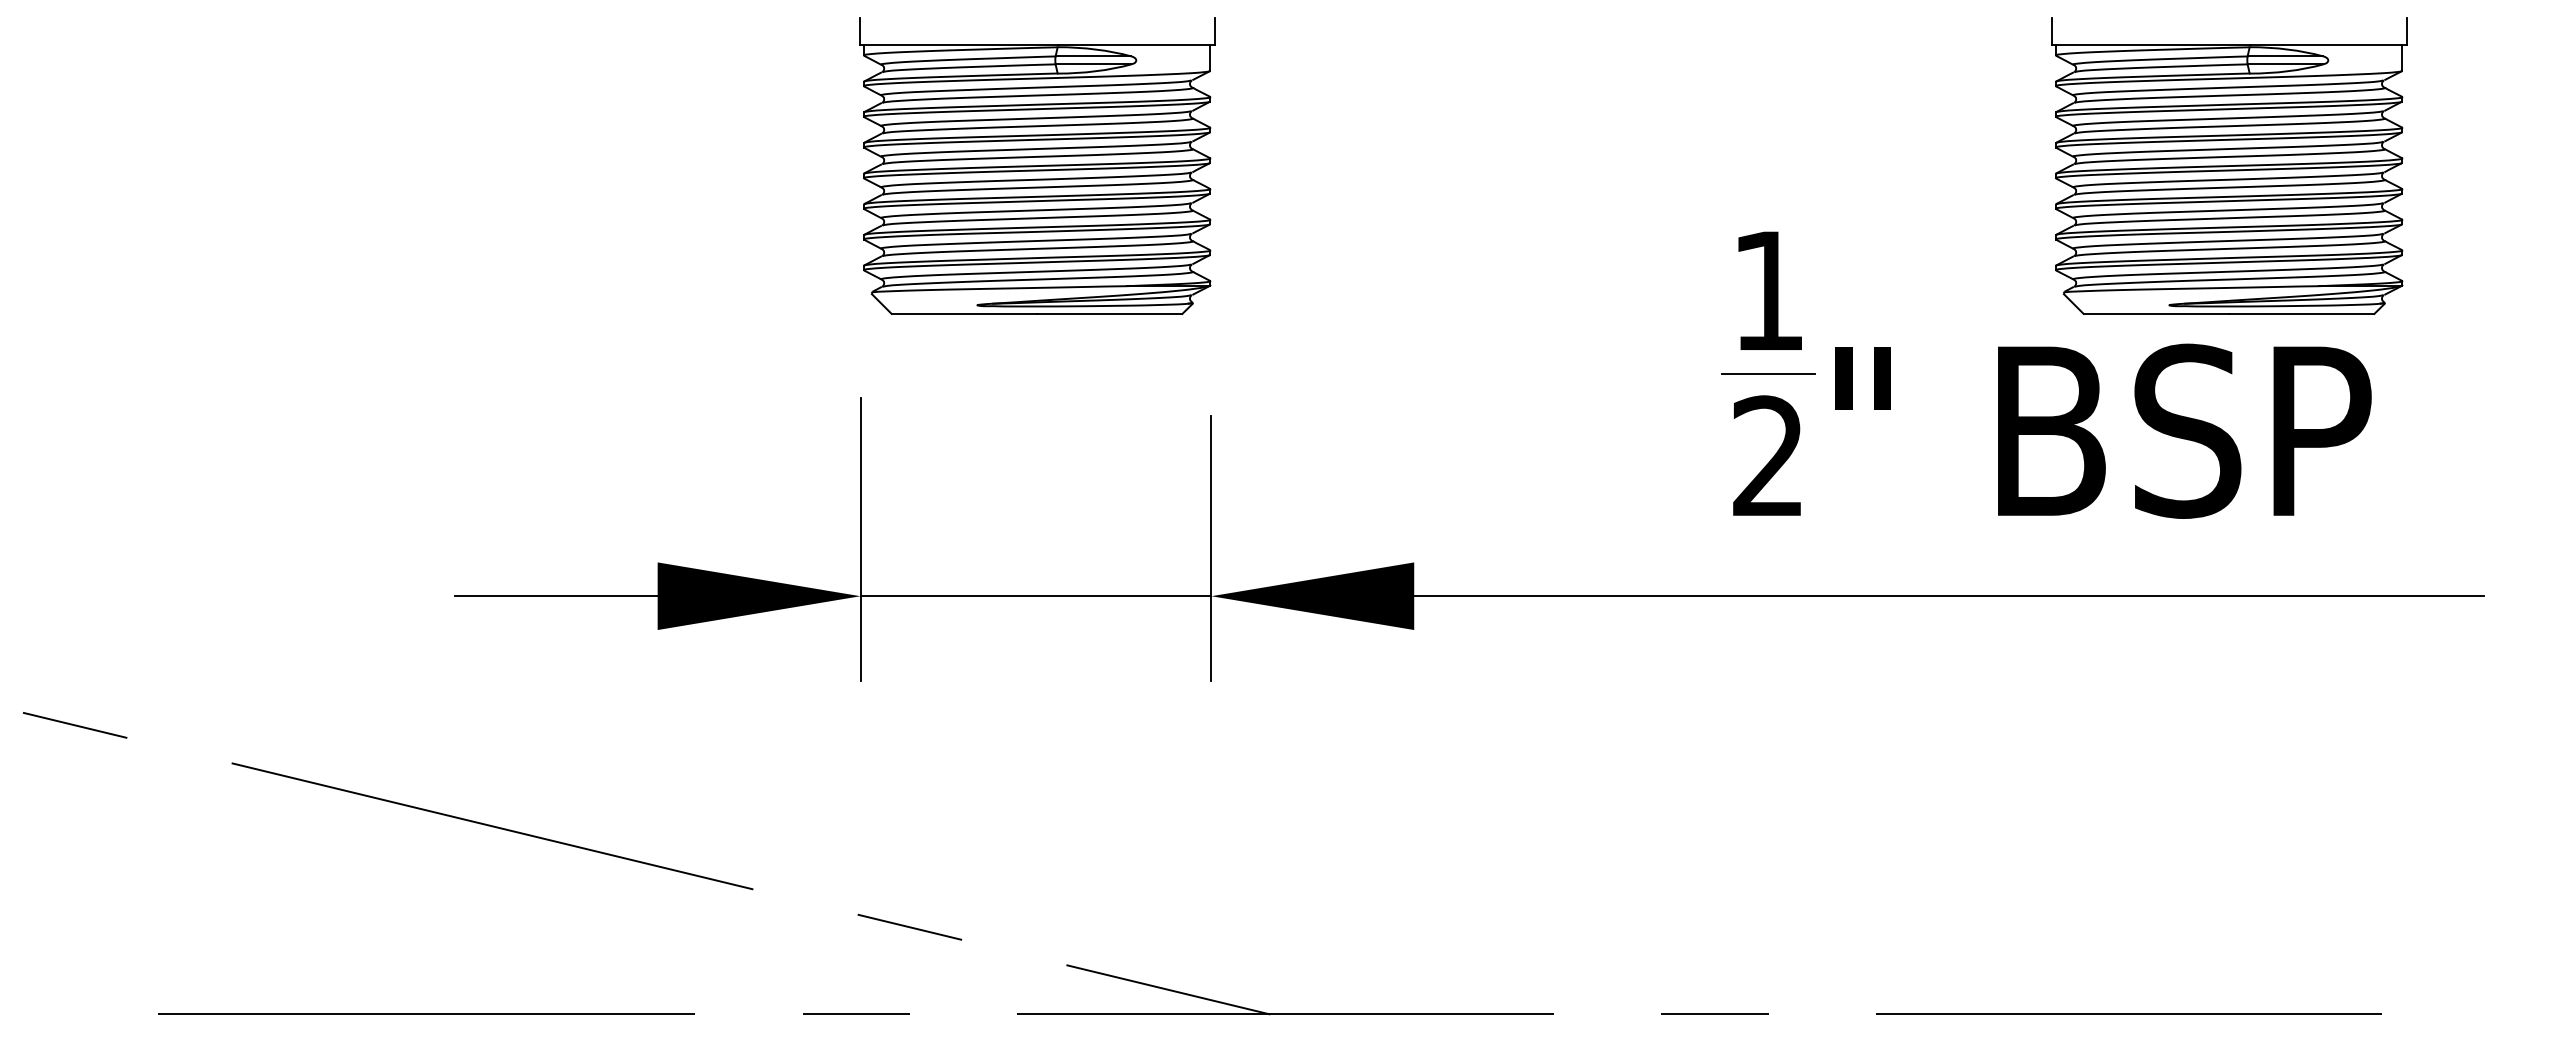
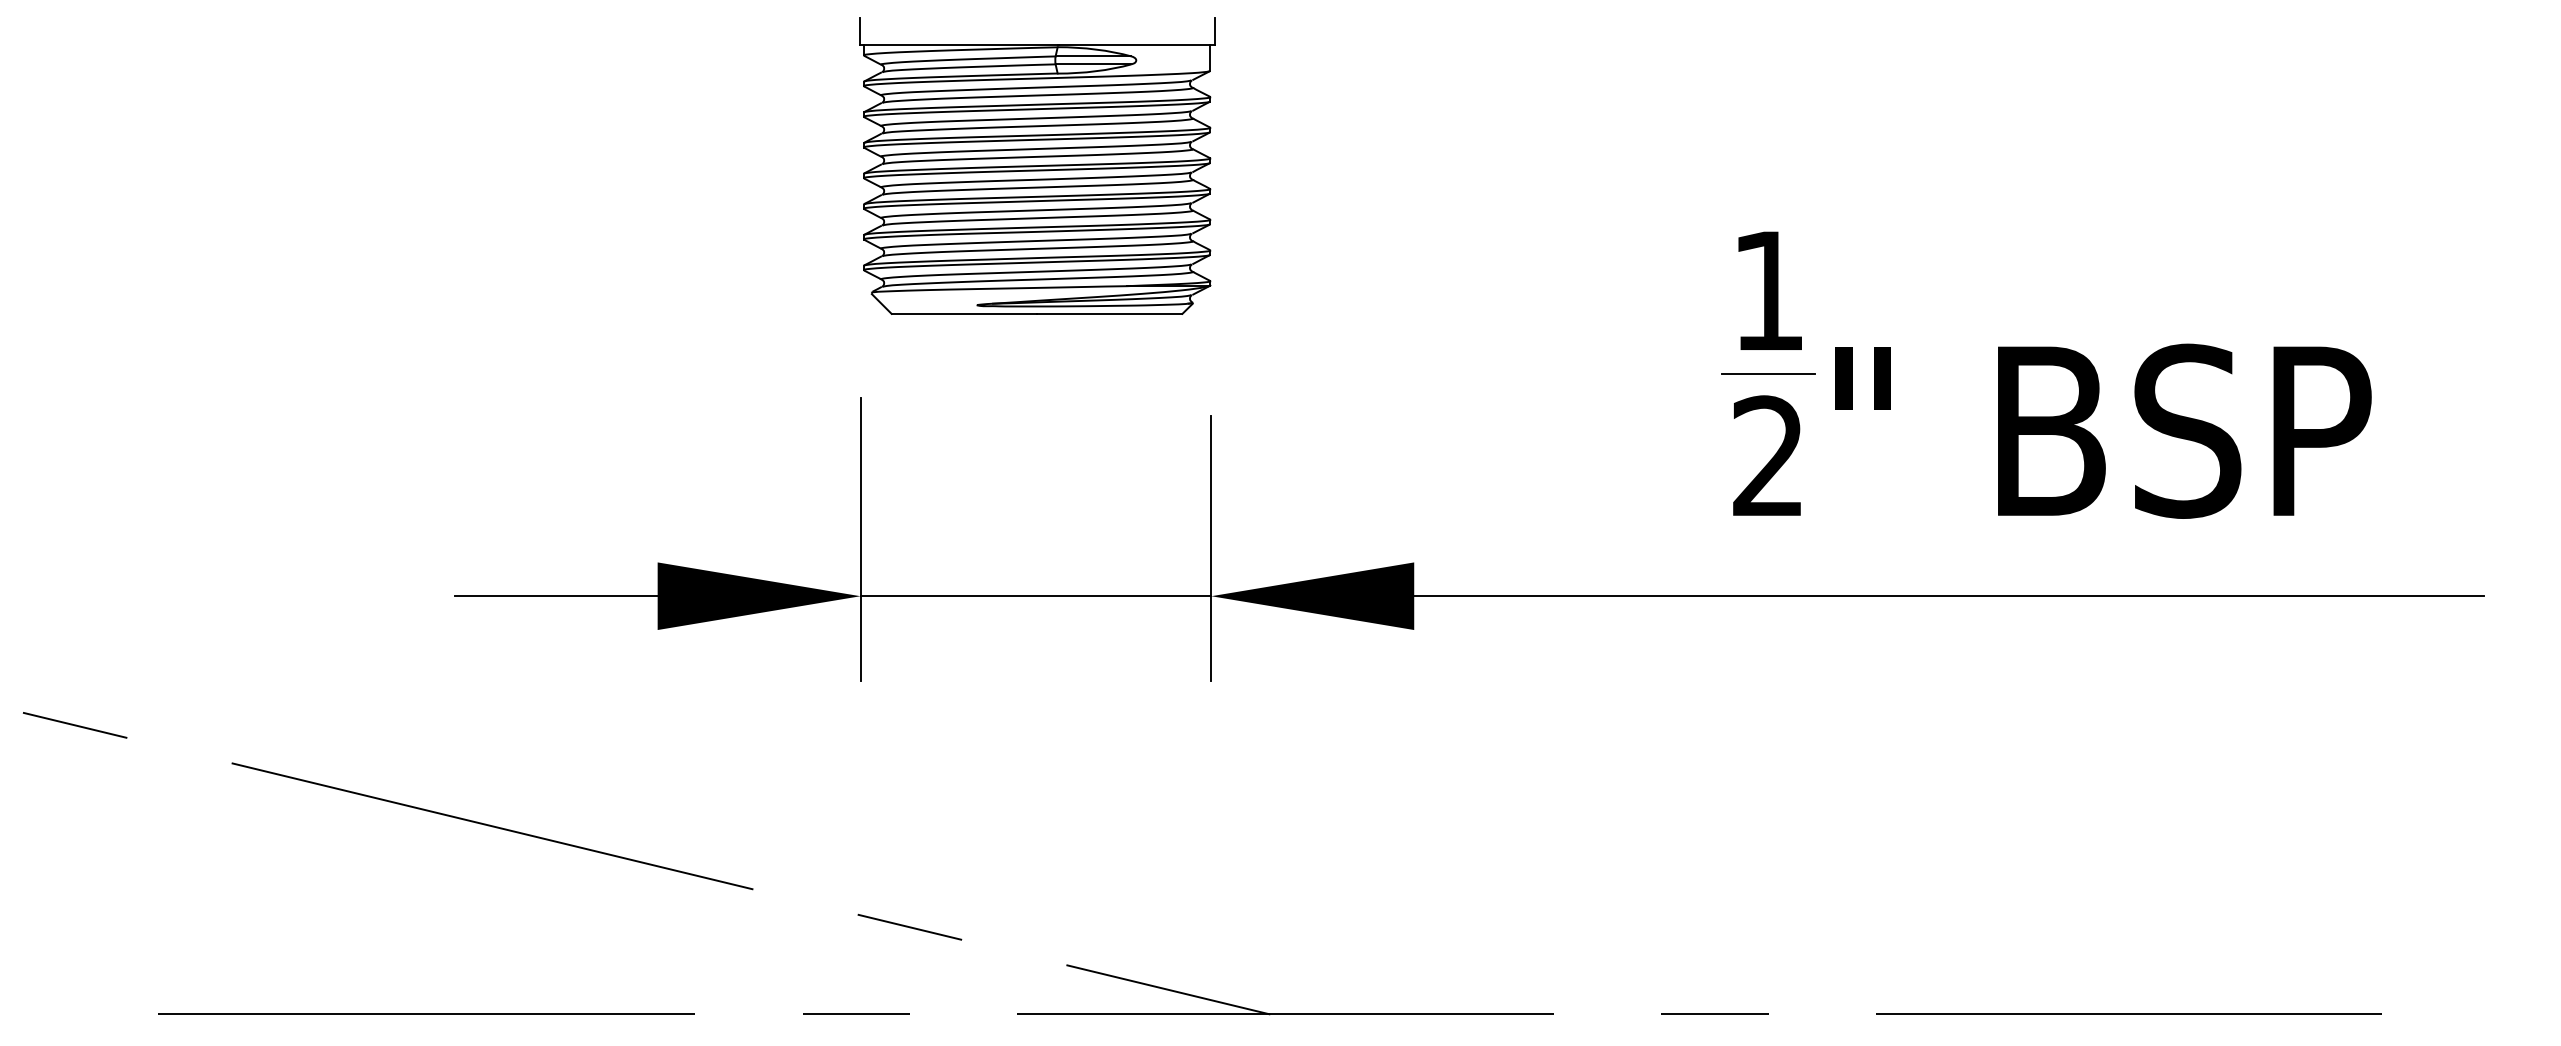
part at (2229, 165): present -> none
